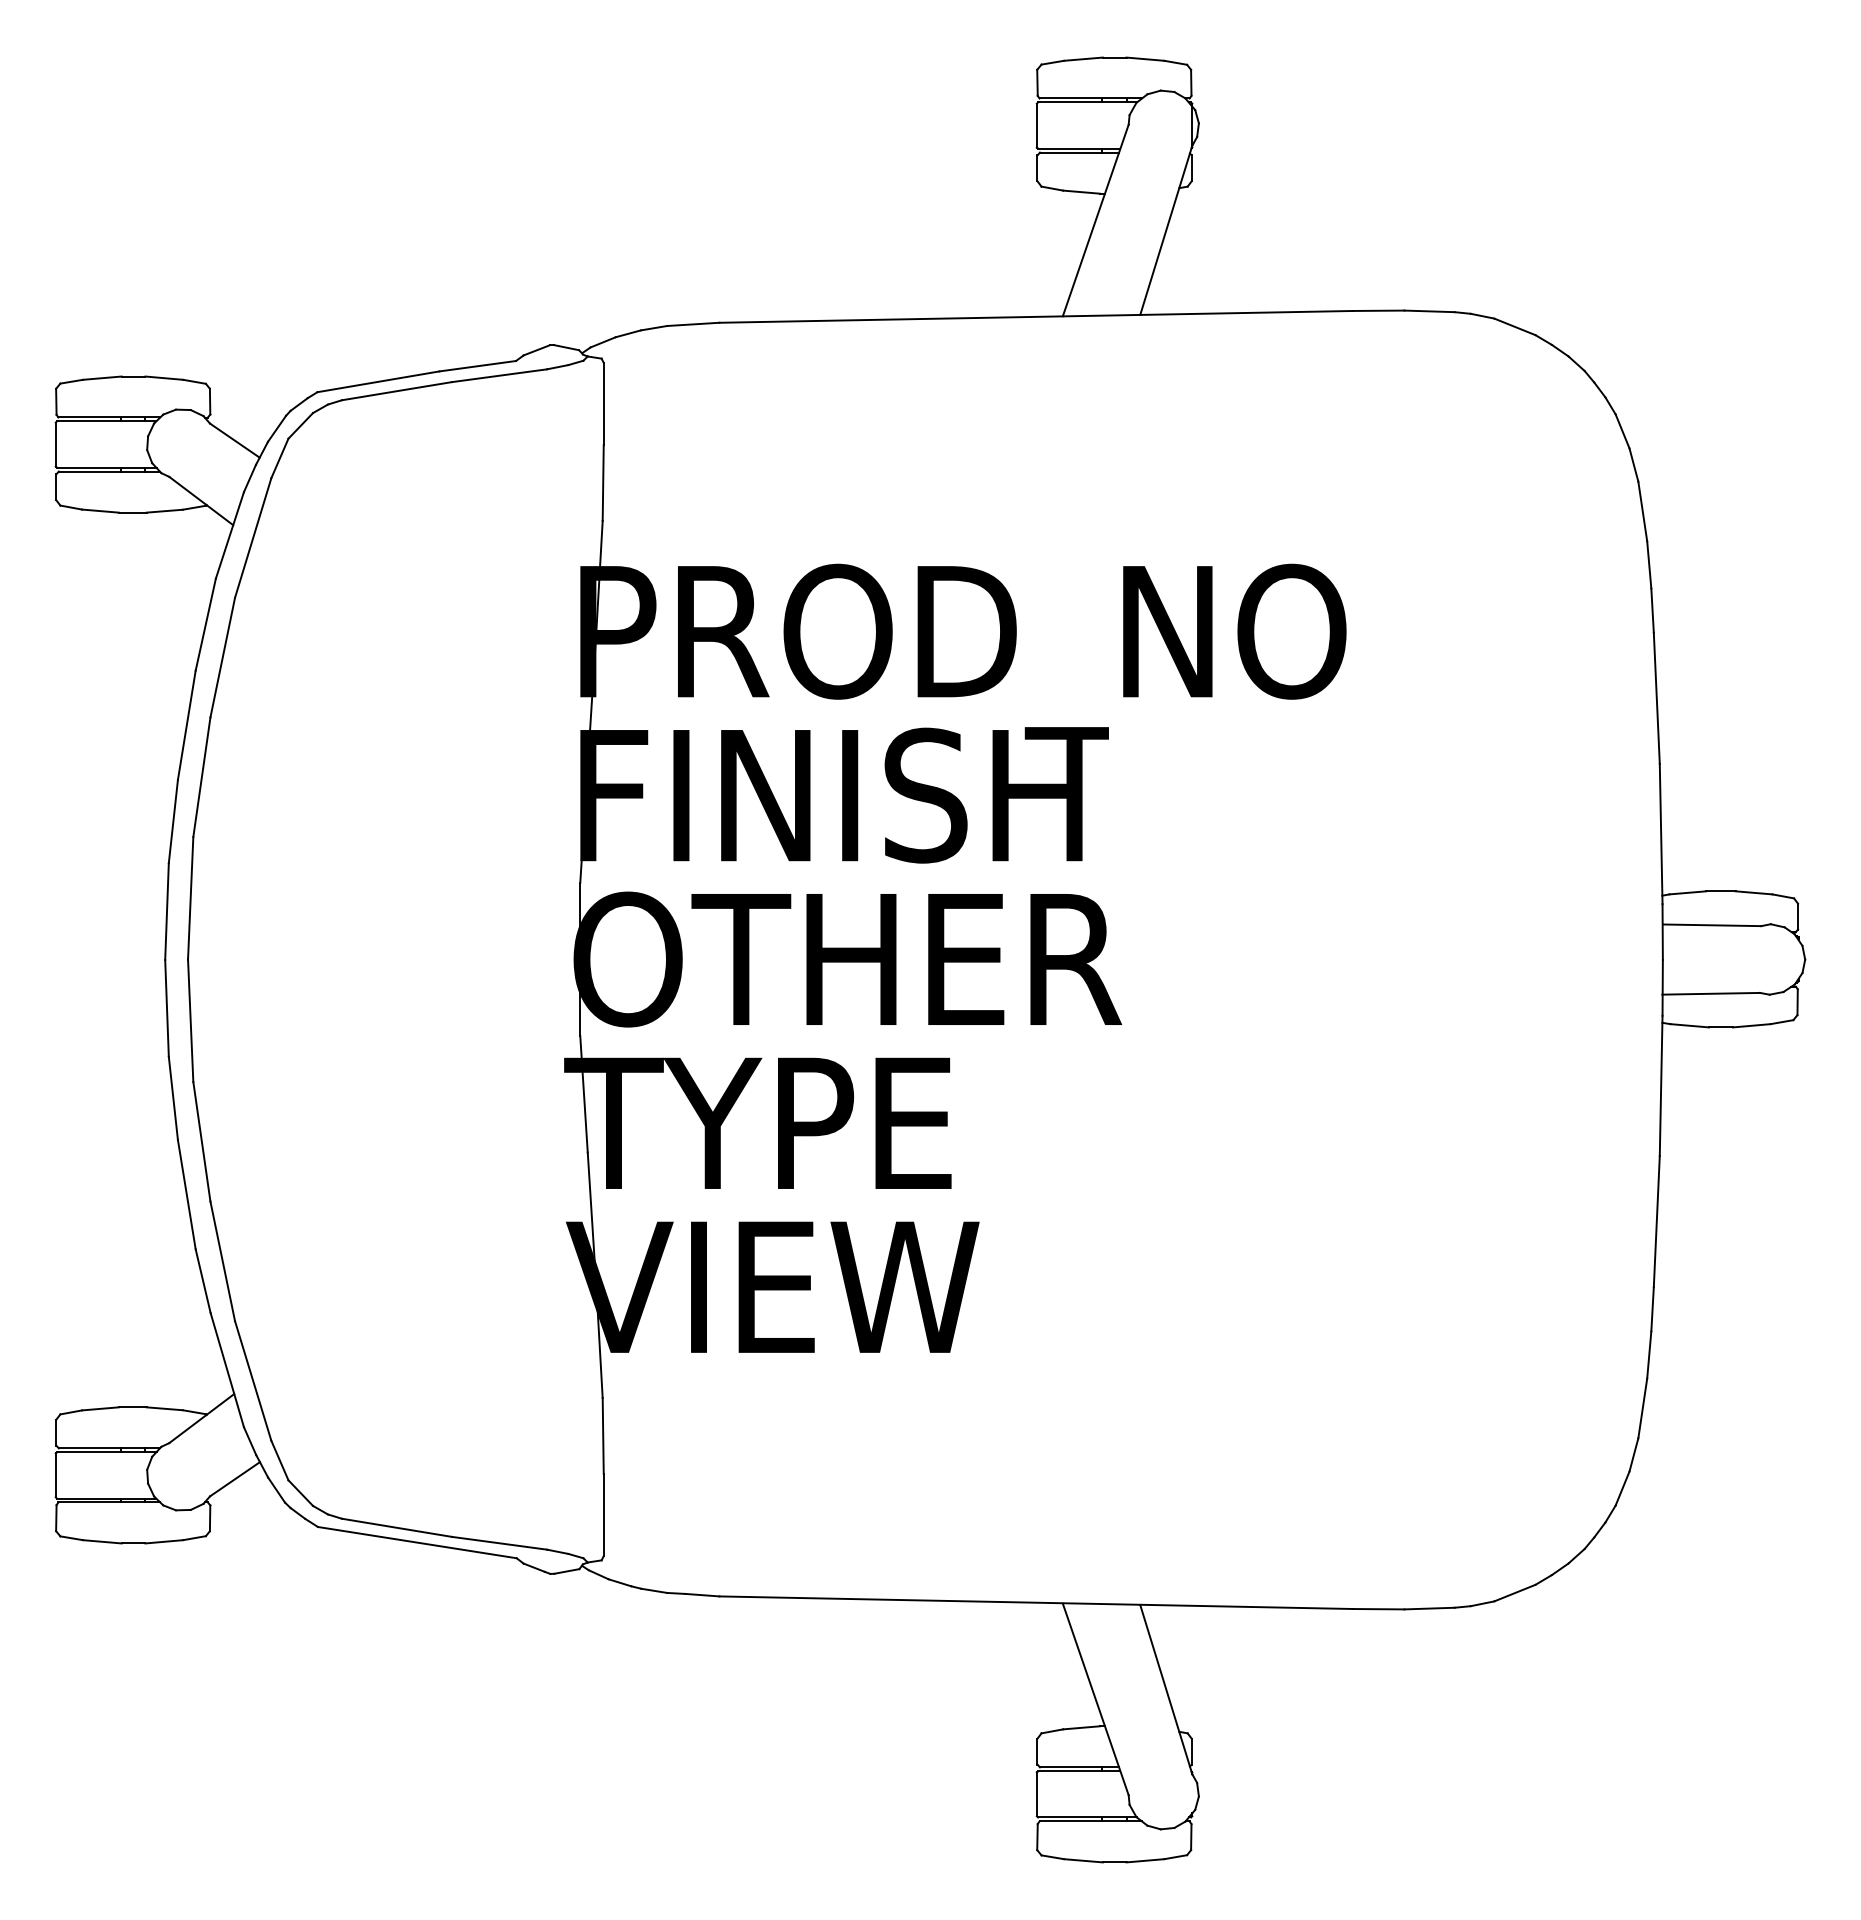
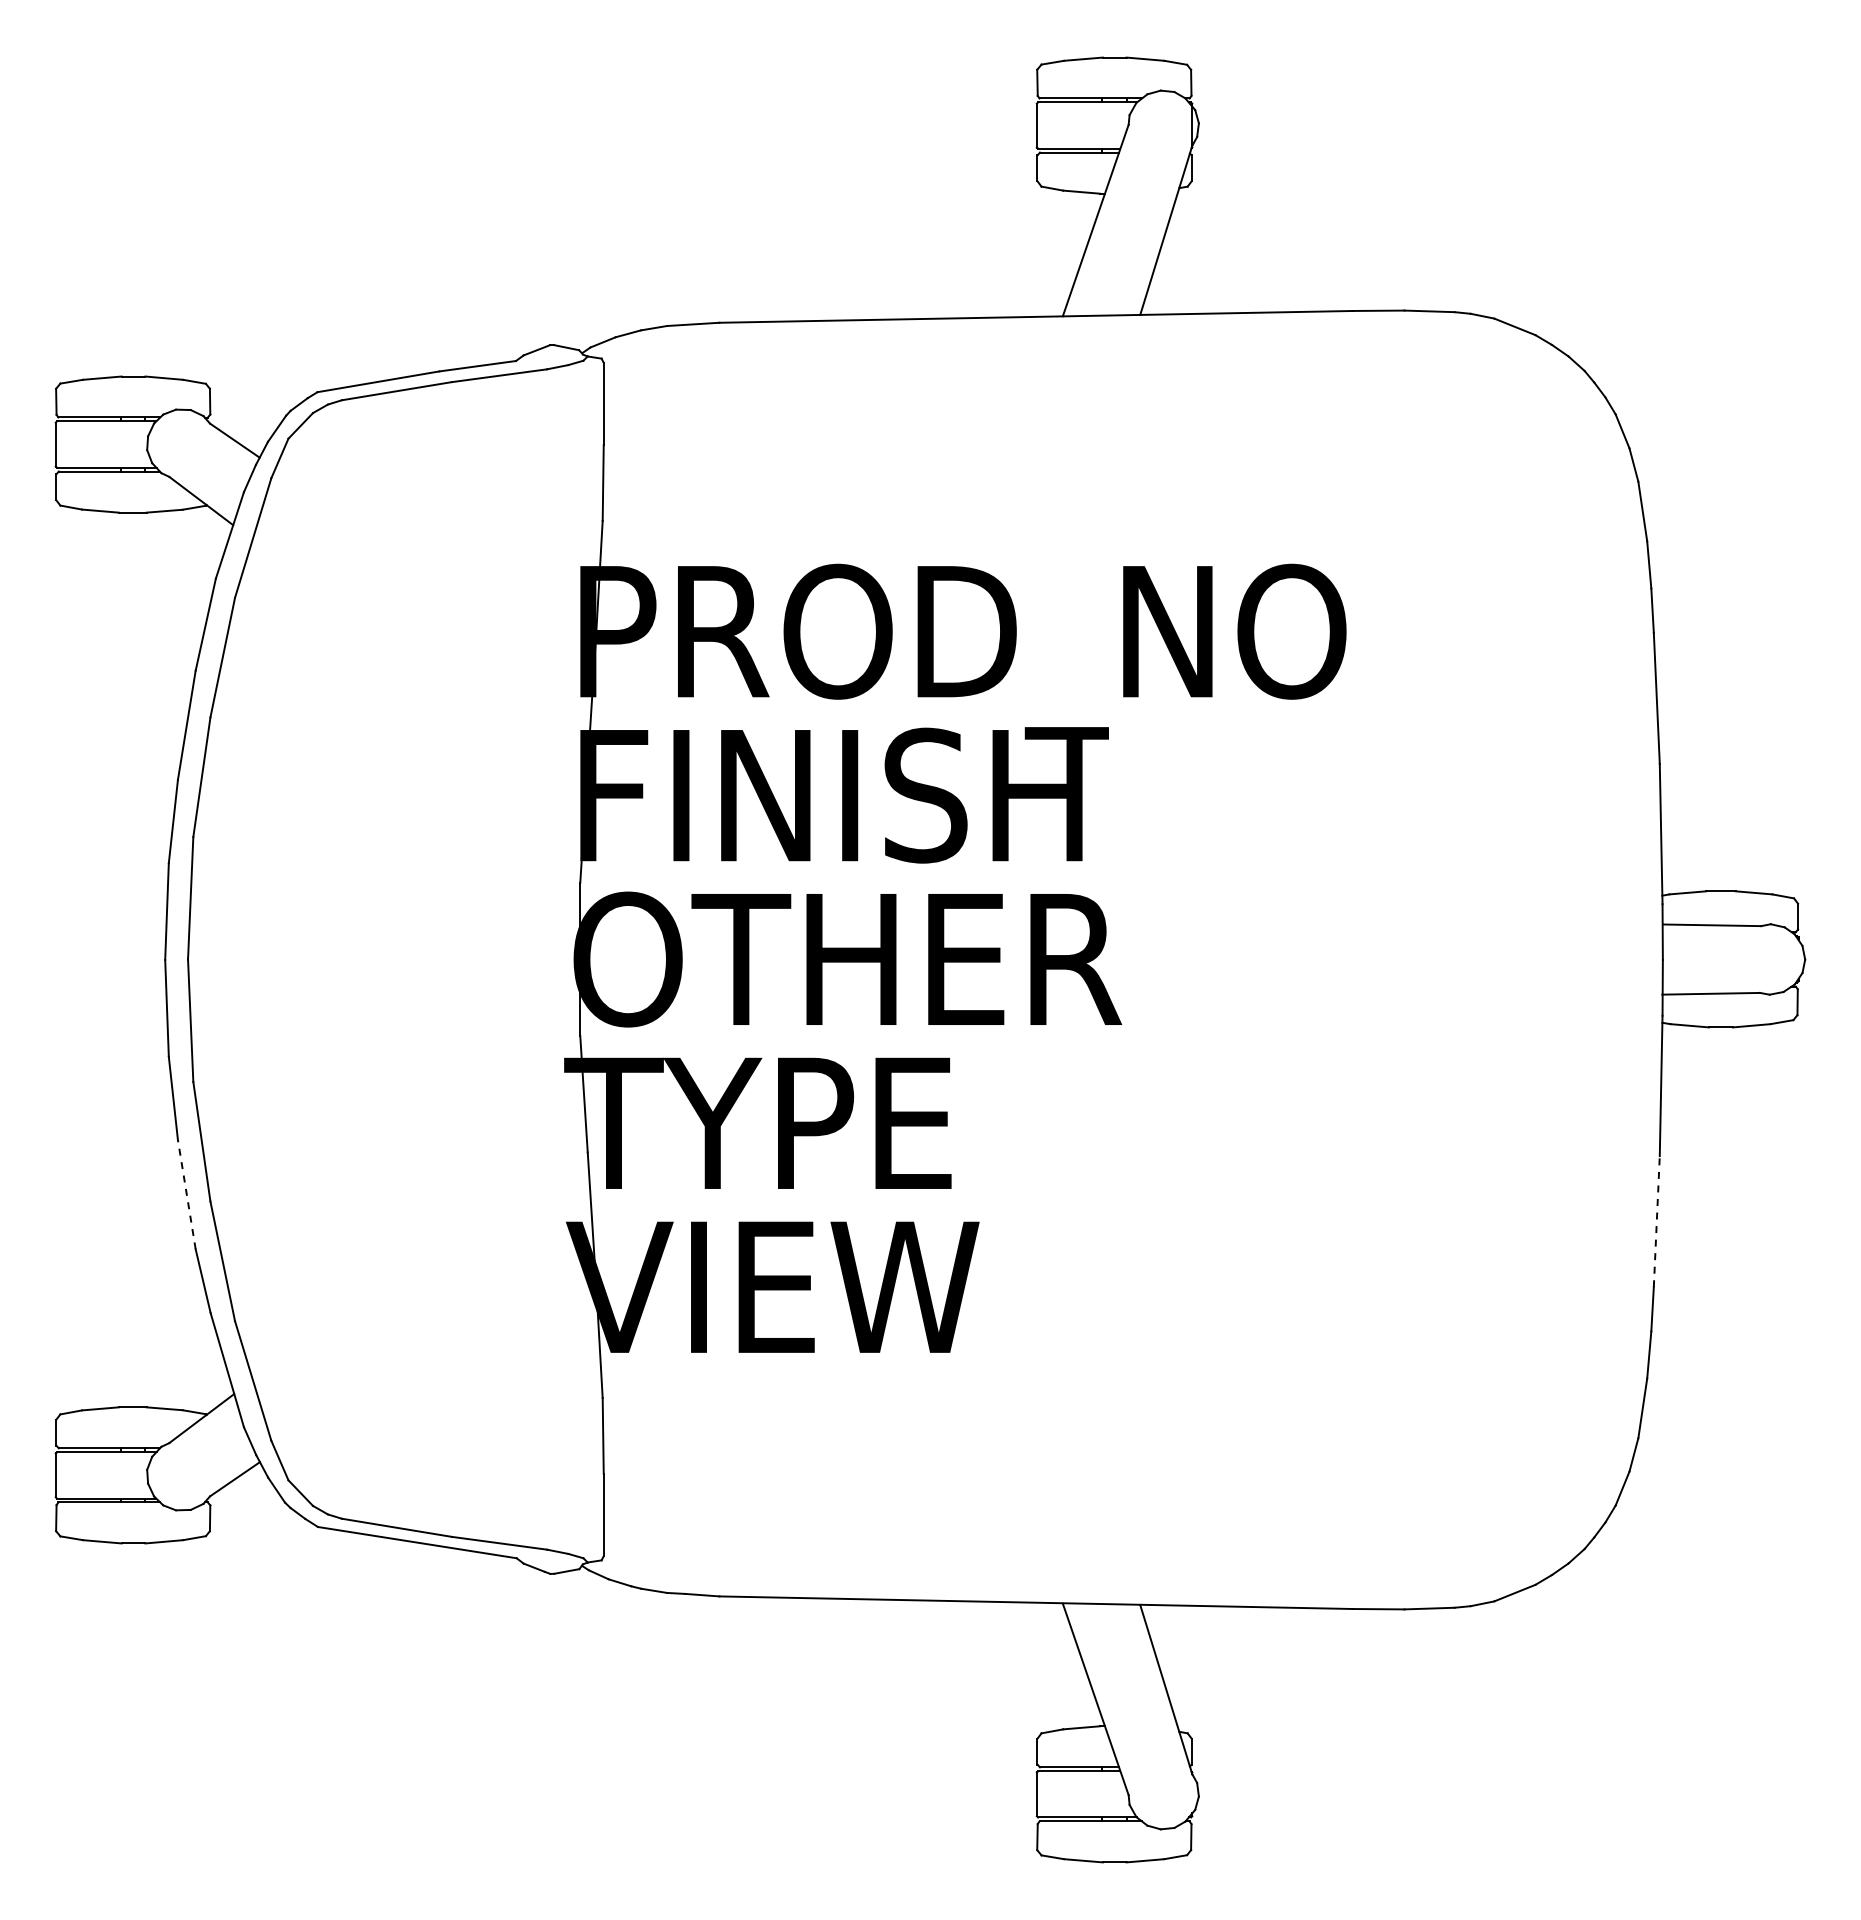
line at (186, 1194): solid -> dashed
line at (1656, 1221): solid -> dashed
